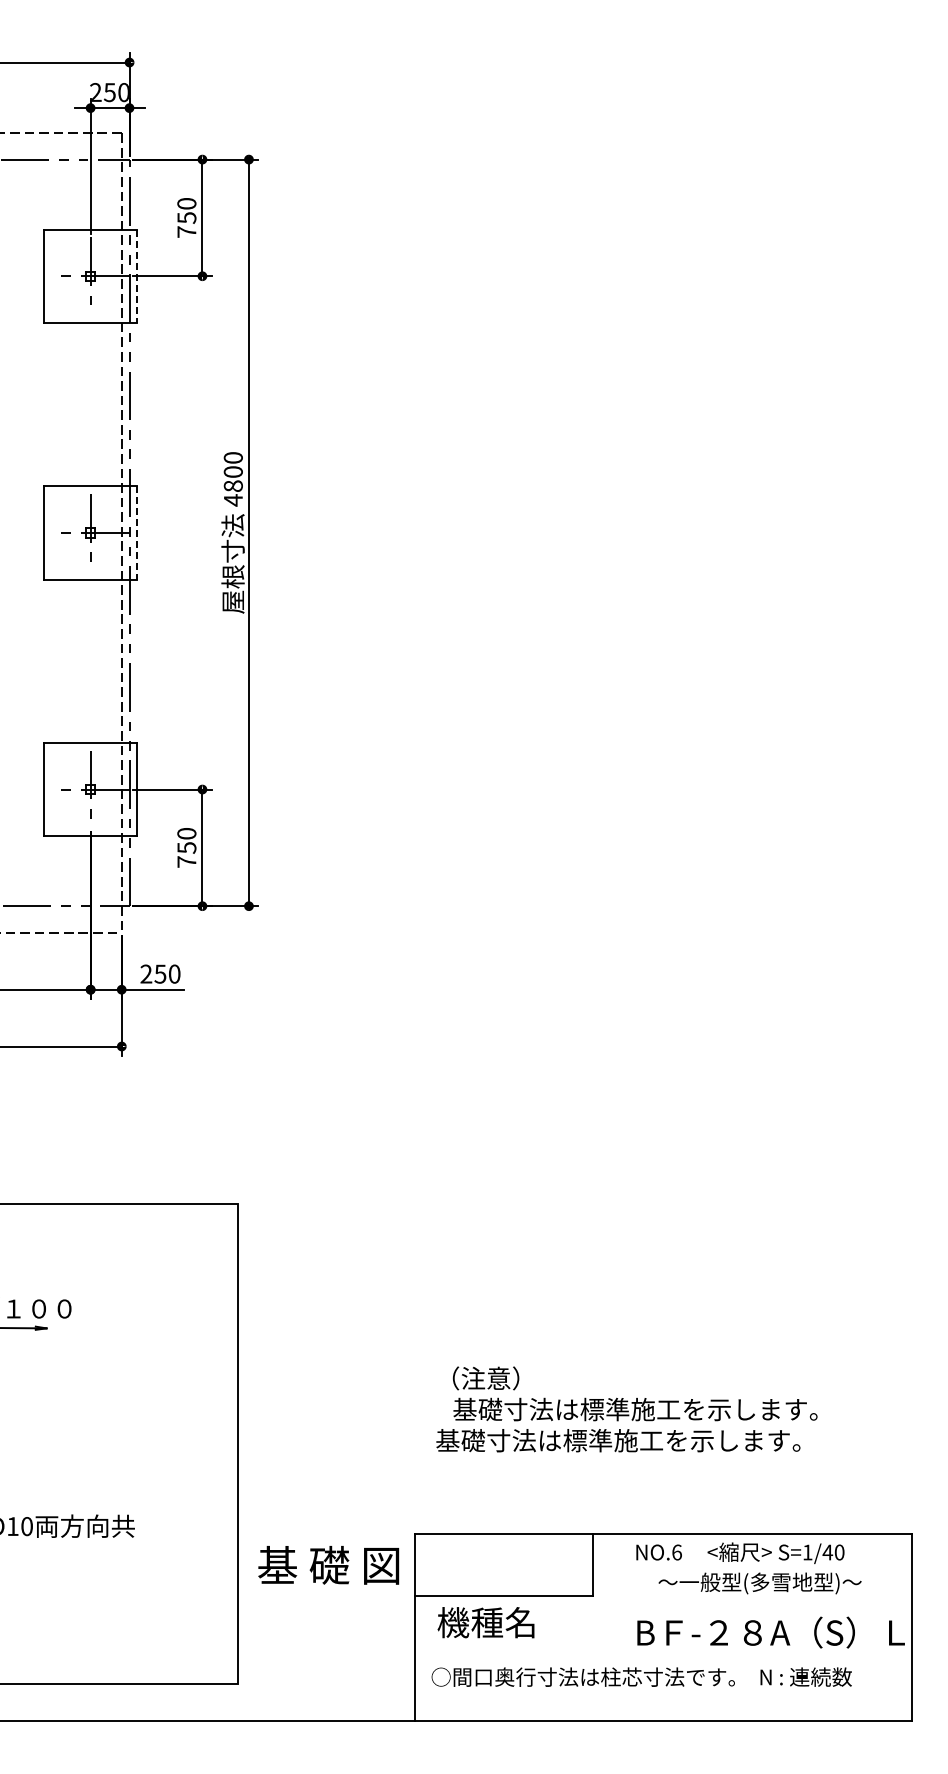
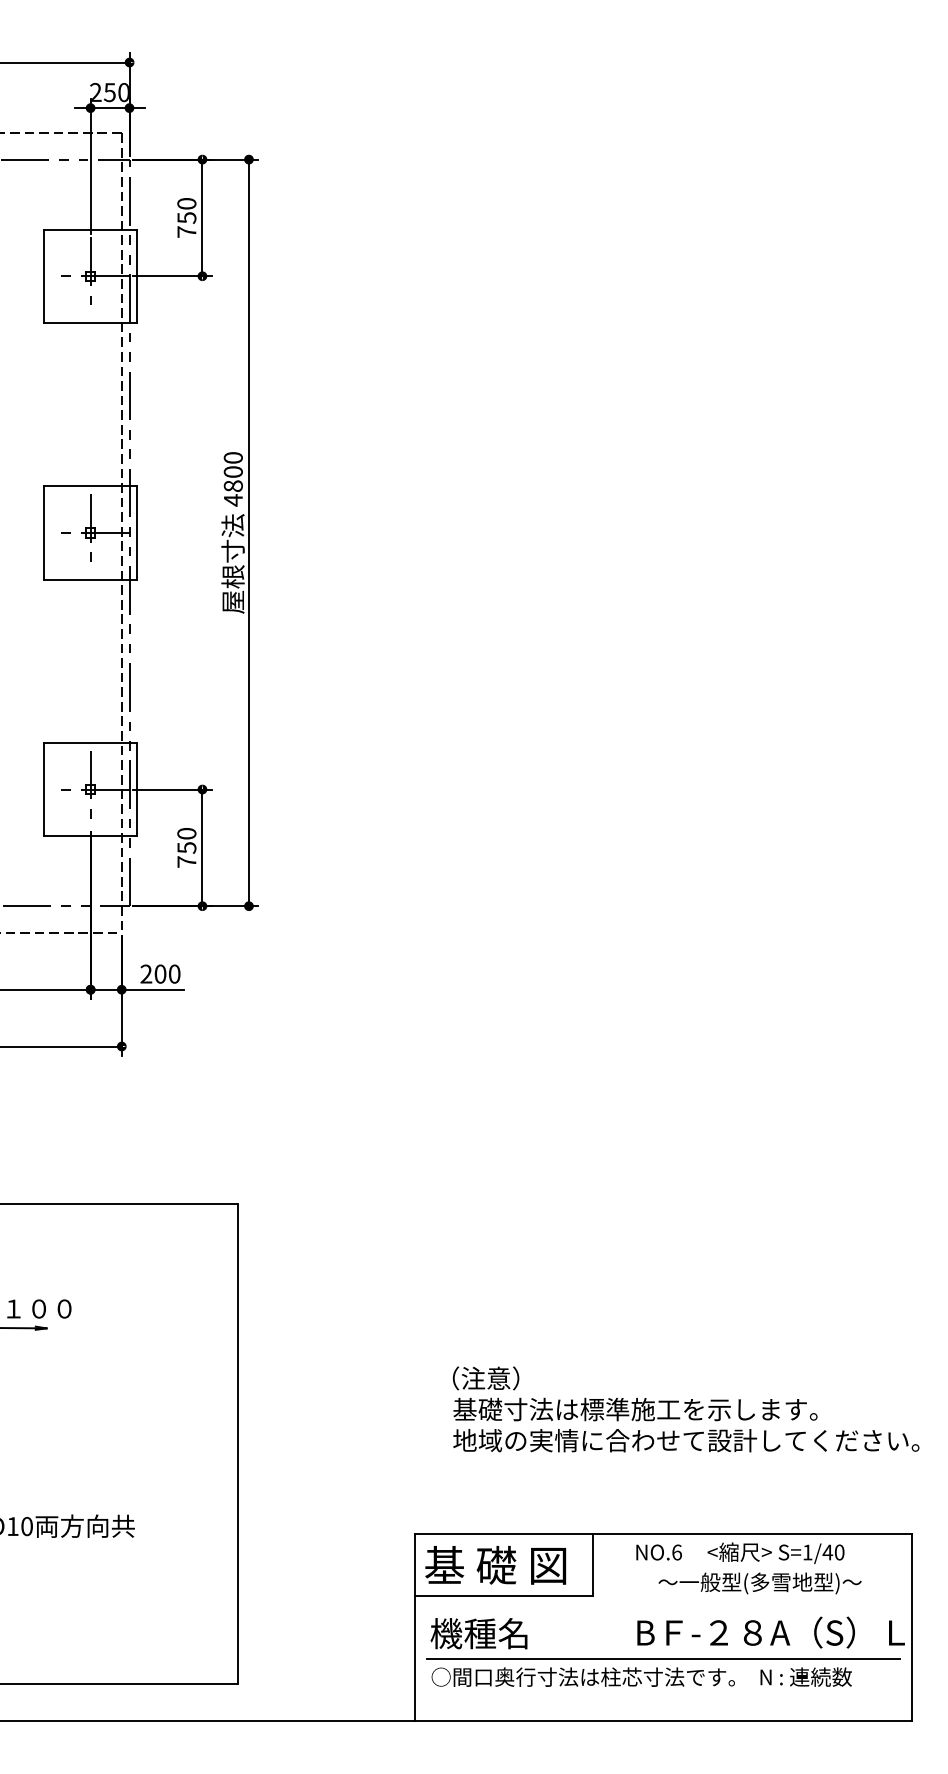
line at (137, 276): dashed -> solid
line at (137, 532): dashed -> solid
text at (160, 973): 250 -> 200
text at (677, 1440): 基礎寸法は標準施工を示します。 -> 地域の実情に合わせて設計してください。
text at (328, 1565) position: (328, 1565) -> (495, 1565)
text at (485, 1622) position: (485, 1622) -> (478, 1633)
line at (663, 1658): none -> present
